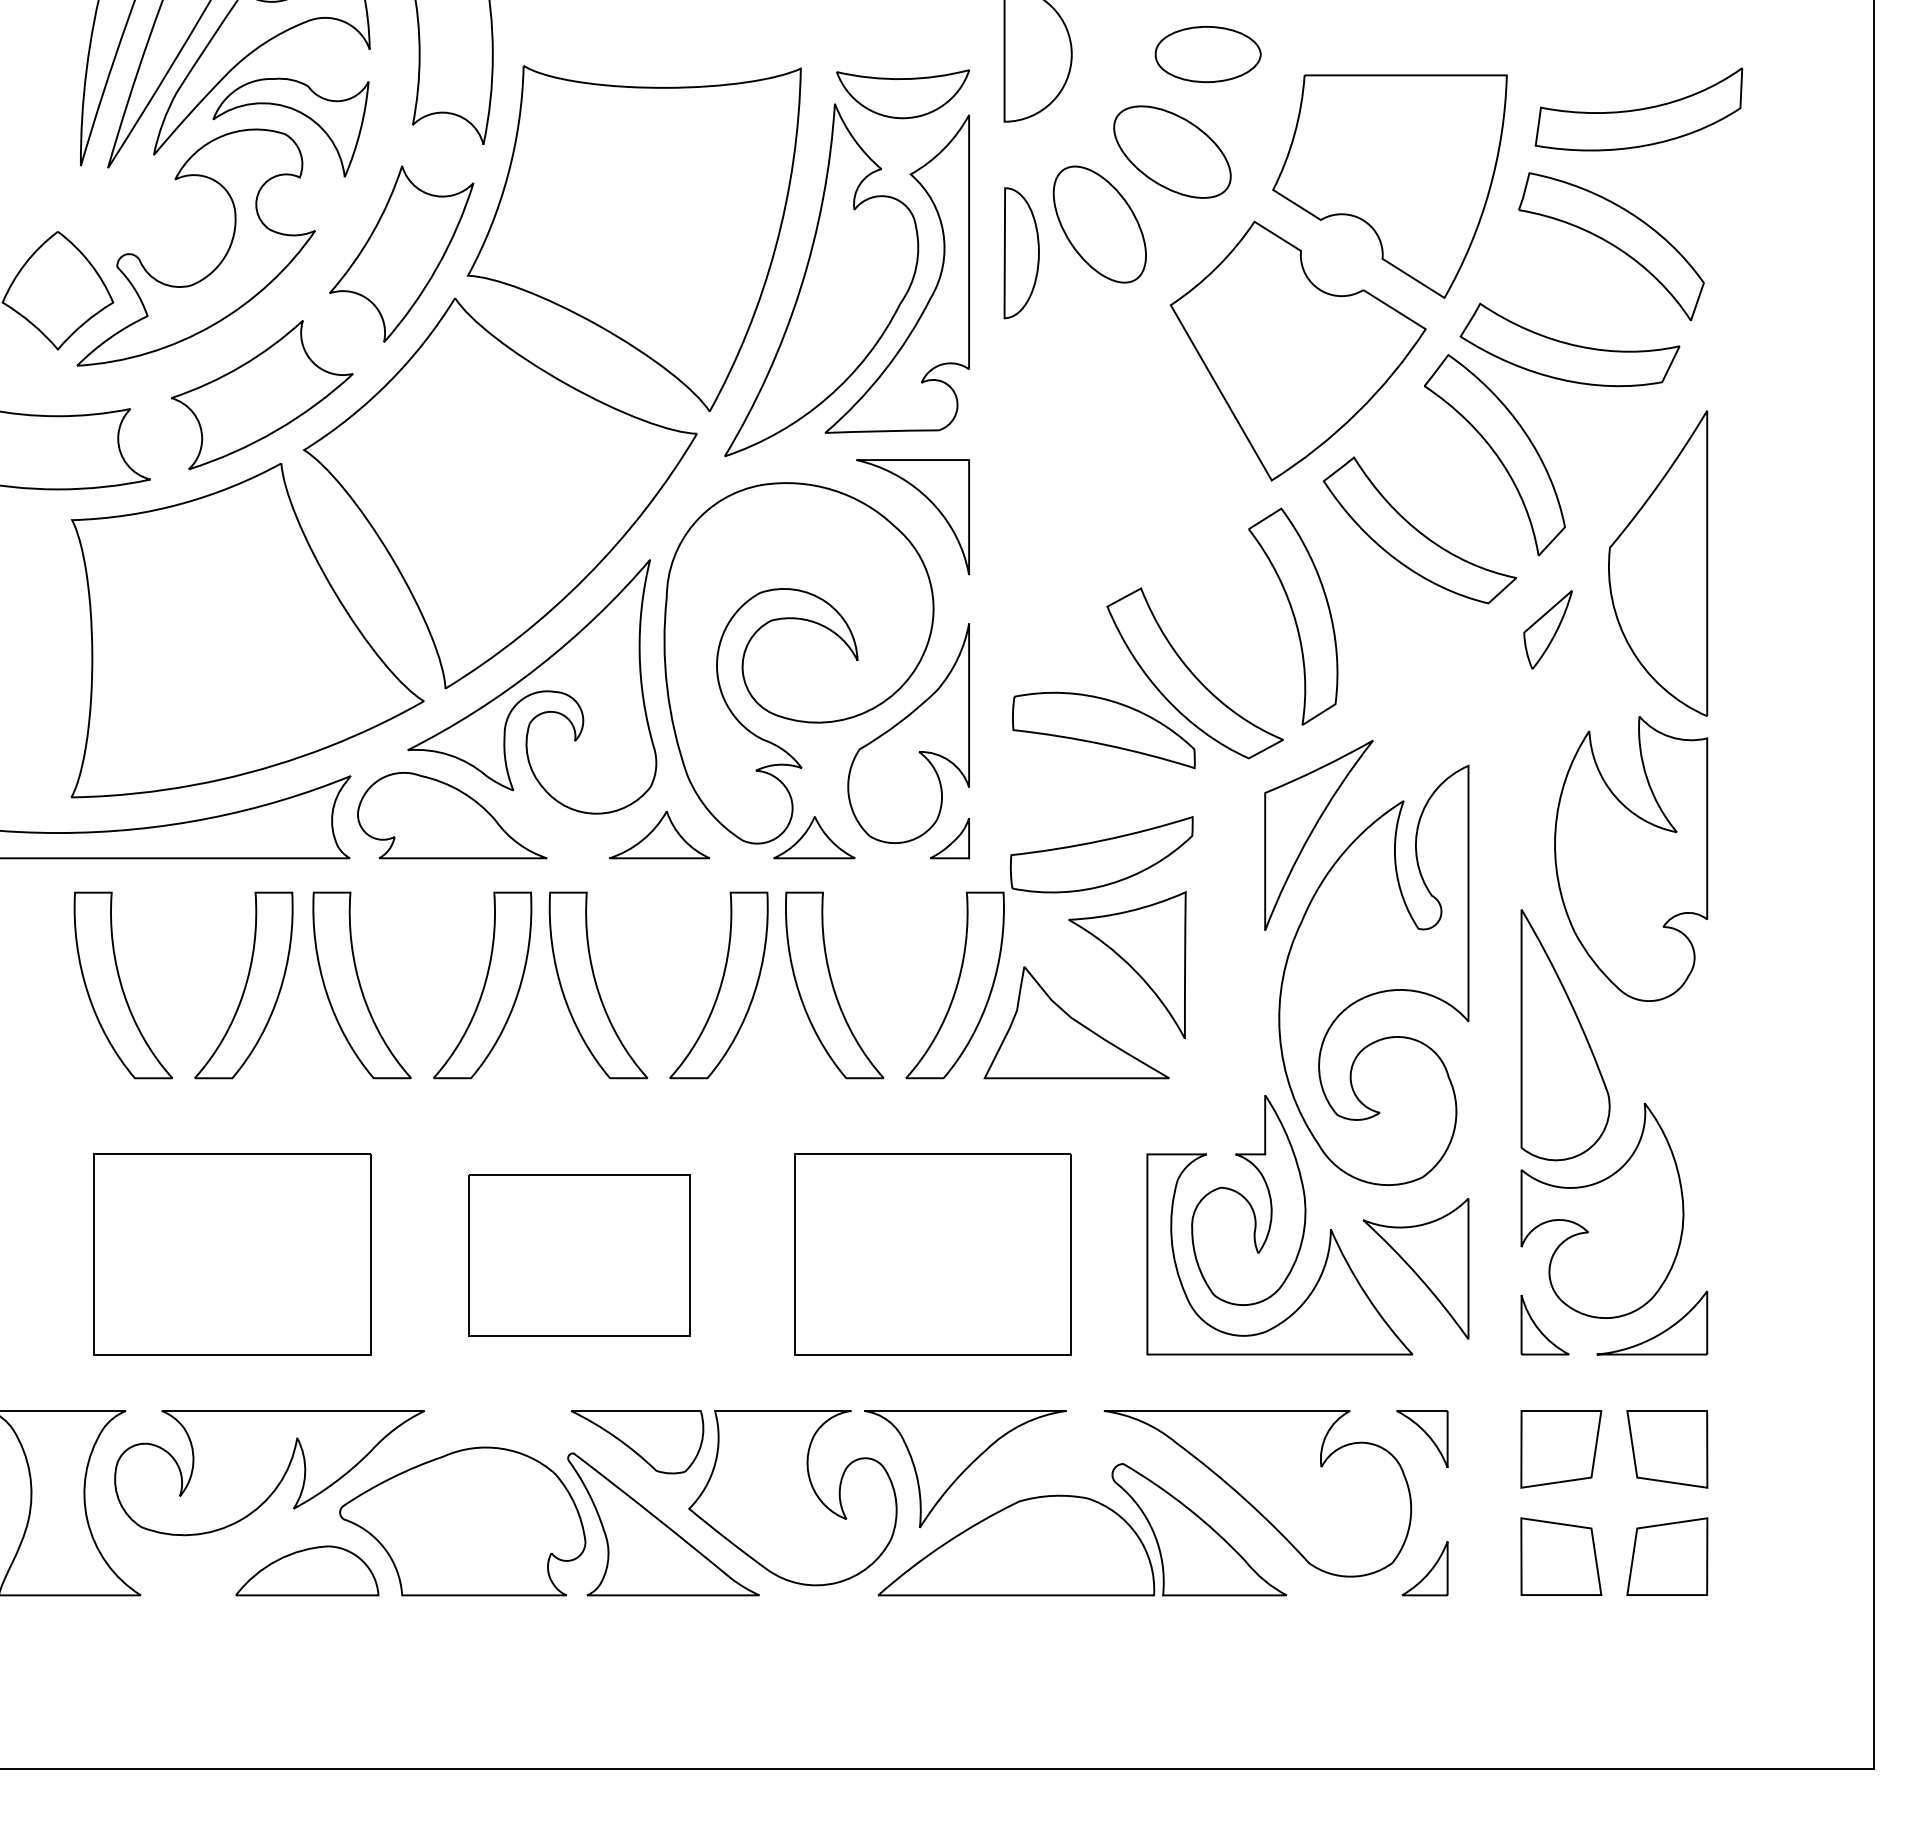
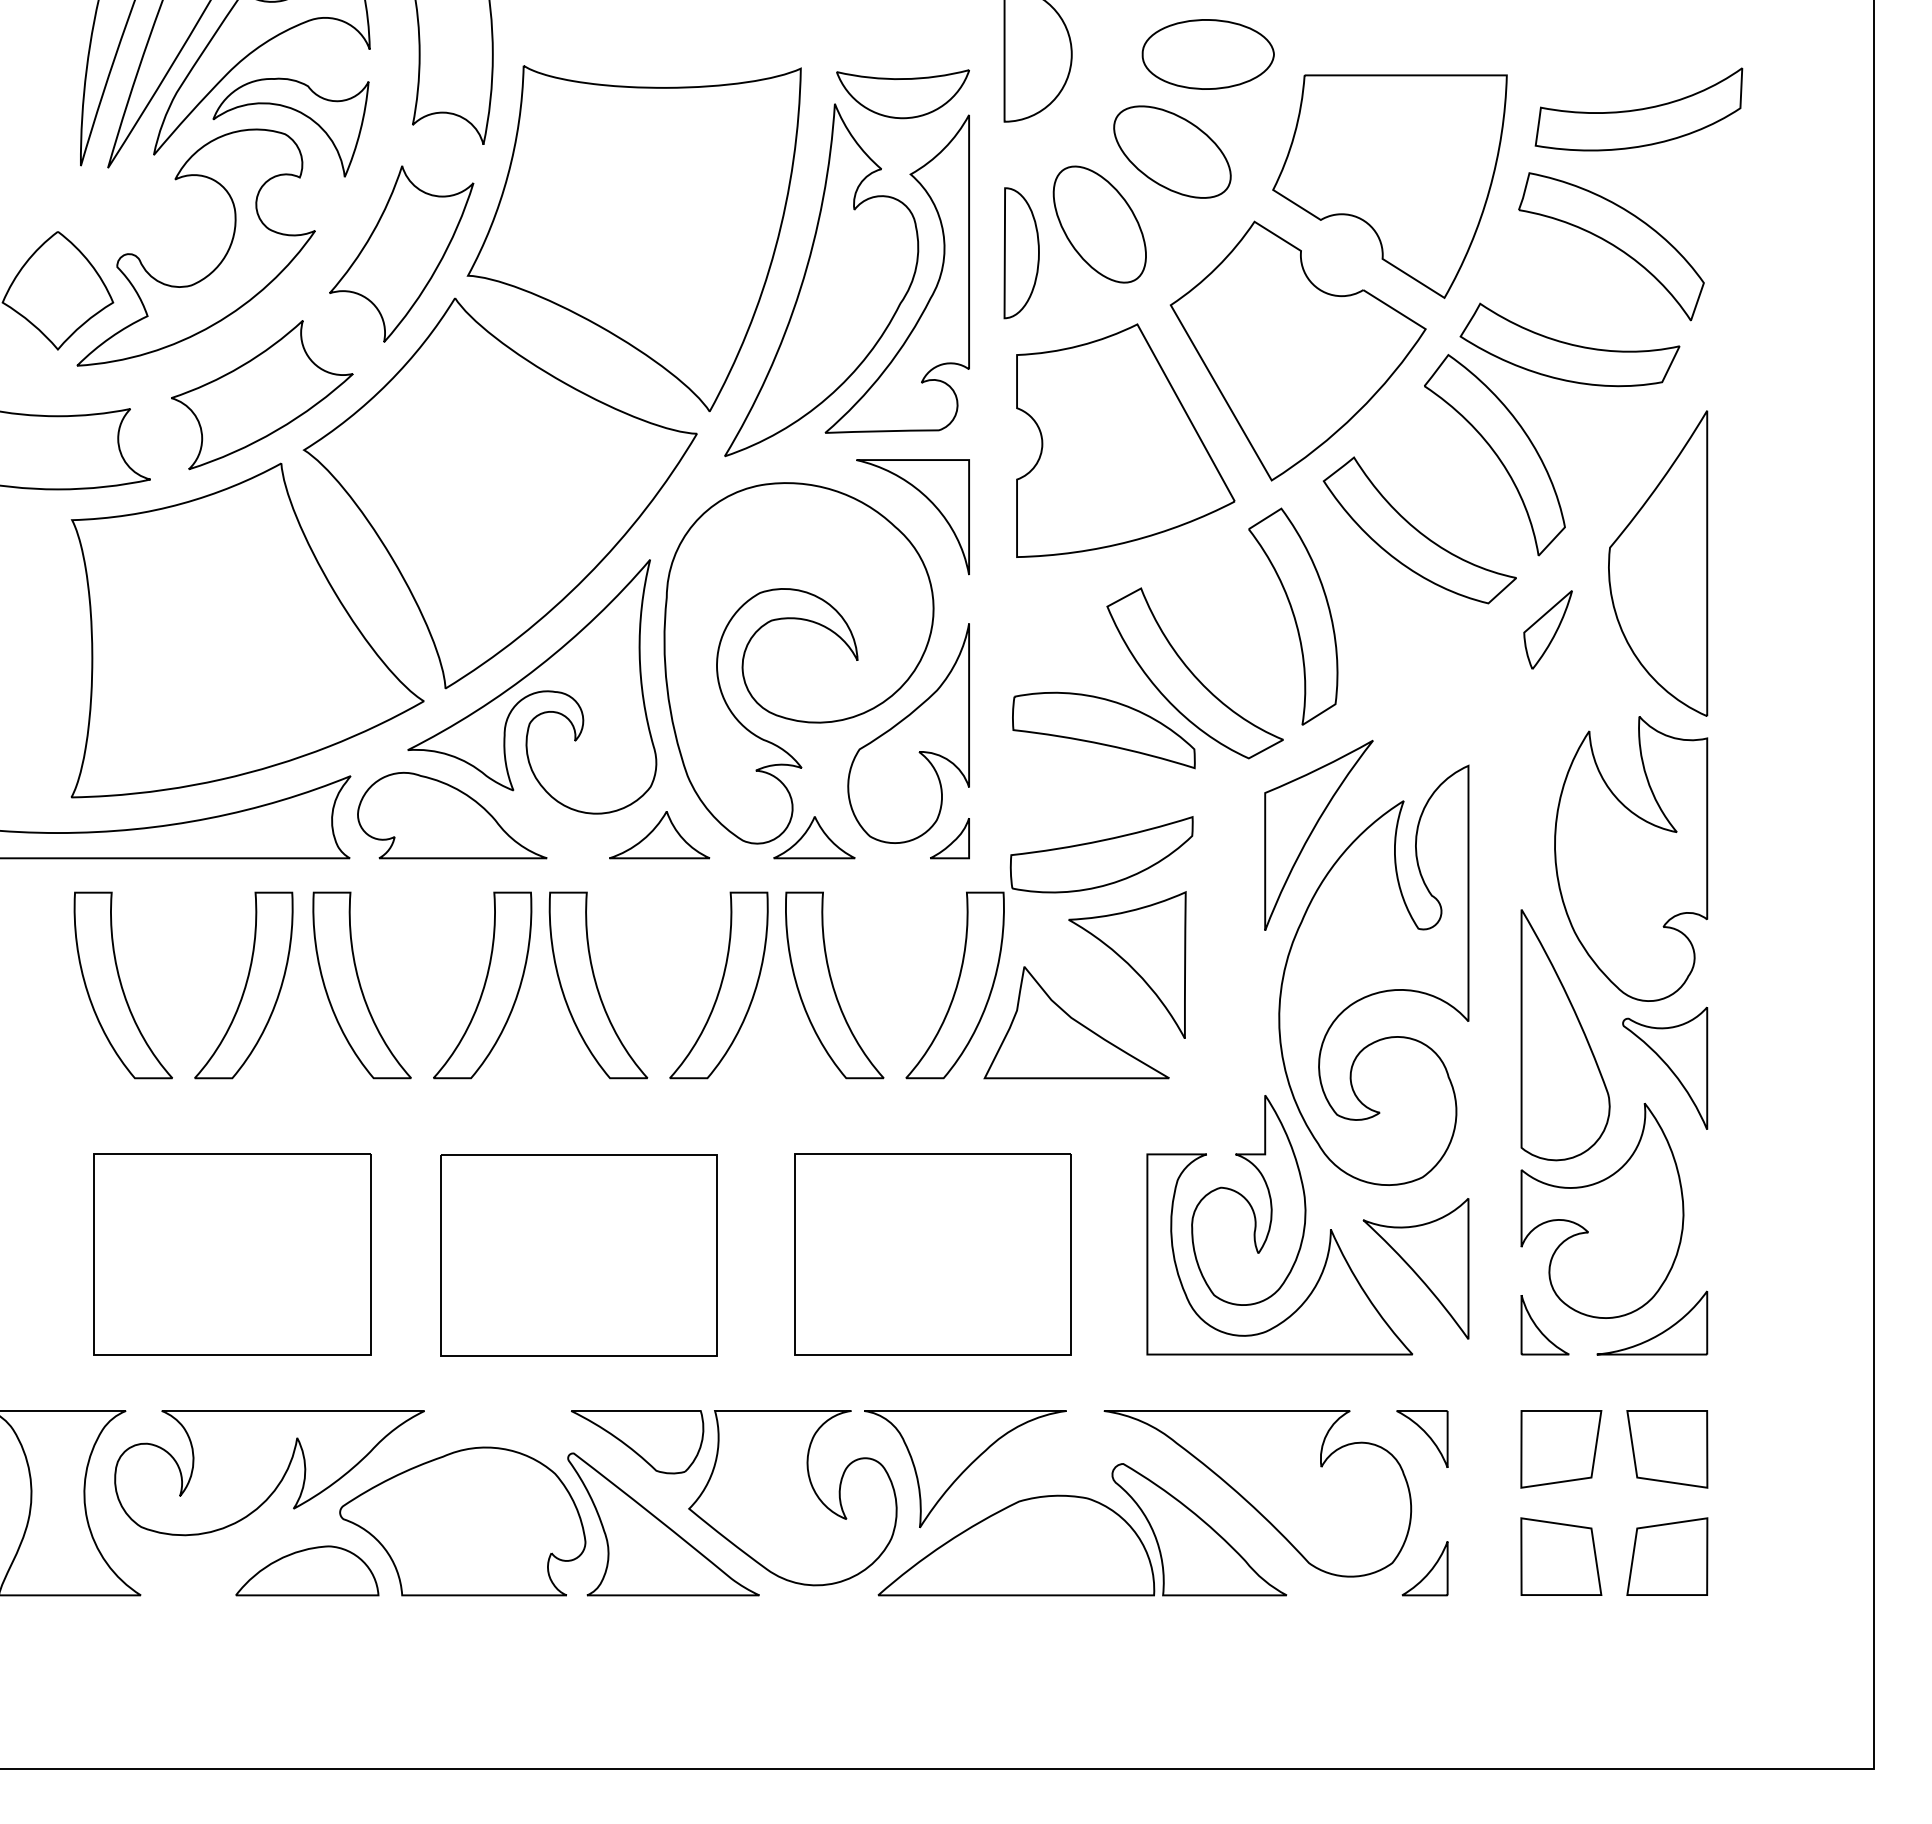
part at (1207, 54) size: 108x58 px -> 134x71 px
part at (1125, 440): none -> present
part at (1665, 1067): none -> present
part at (579, 1255) size: 223x163 px -> 278x203 px
